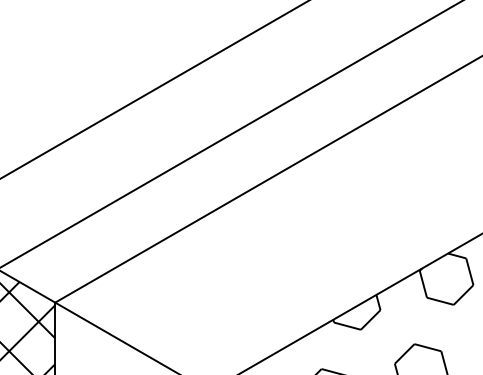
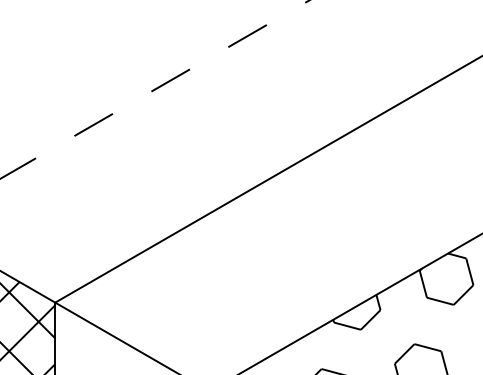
line at (155, 89): solid -> dashed
line at (231, 134): present -> none
